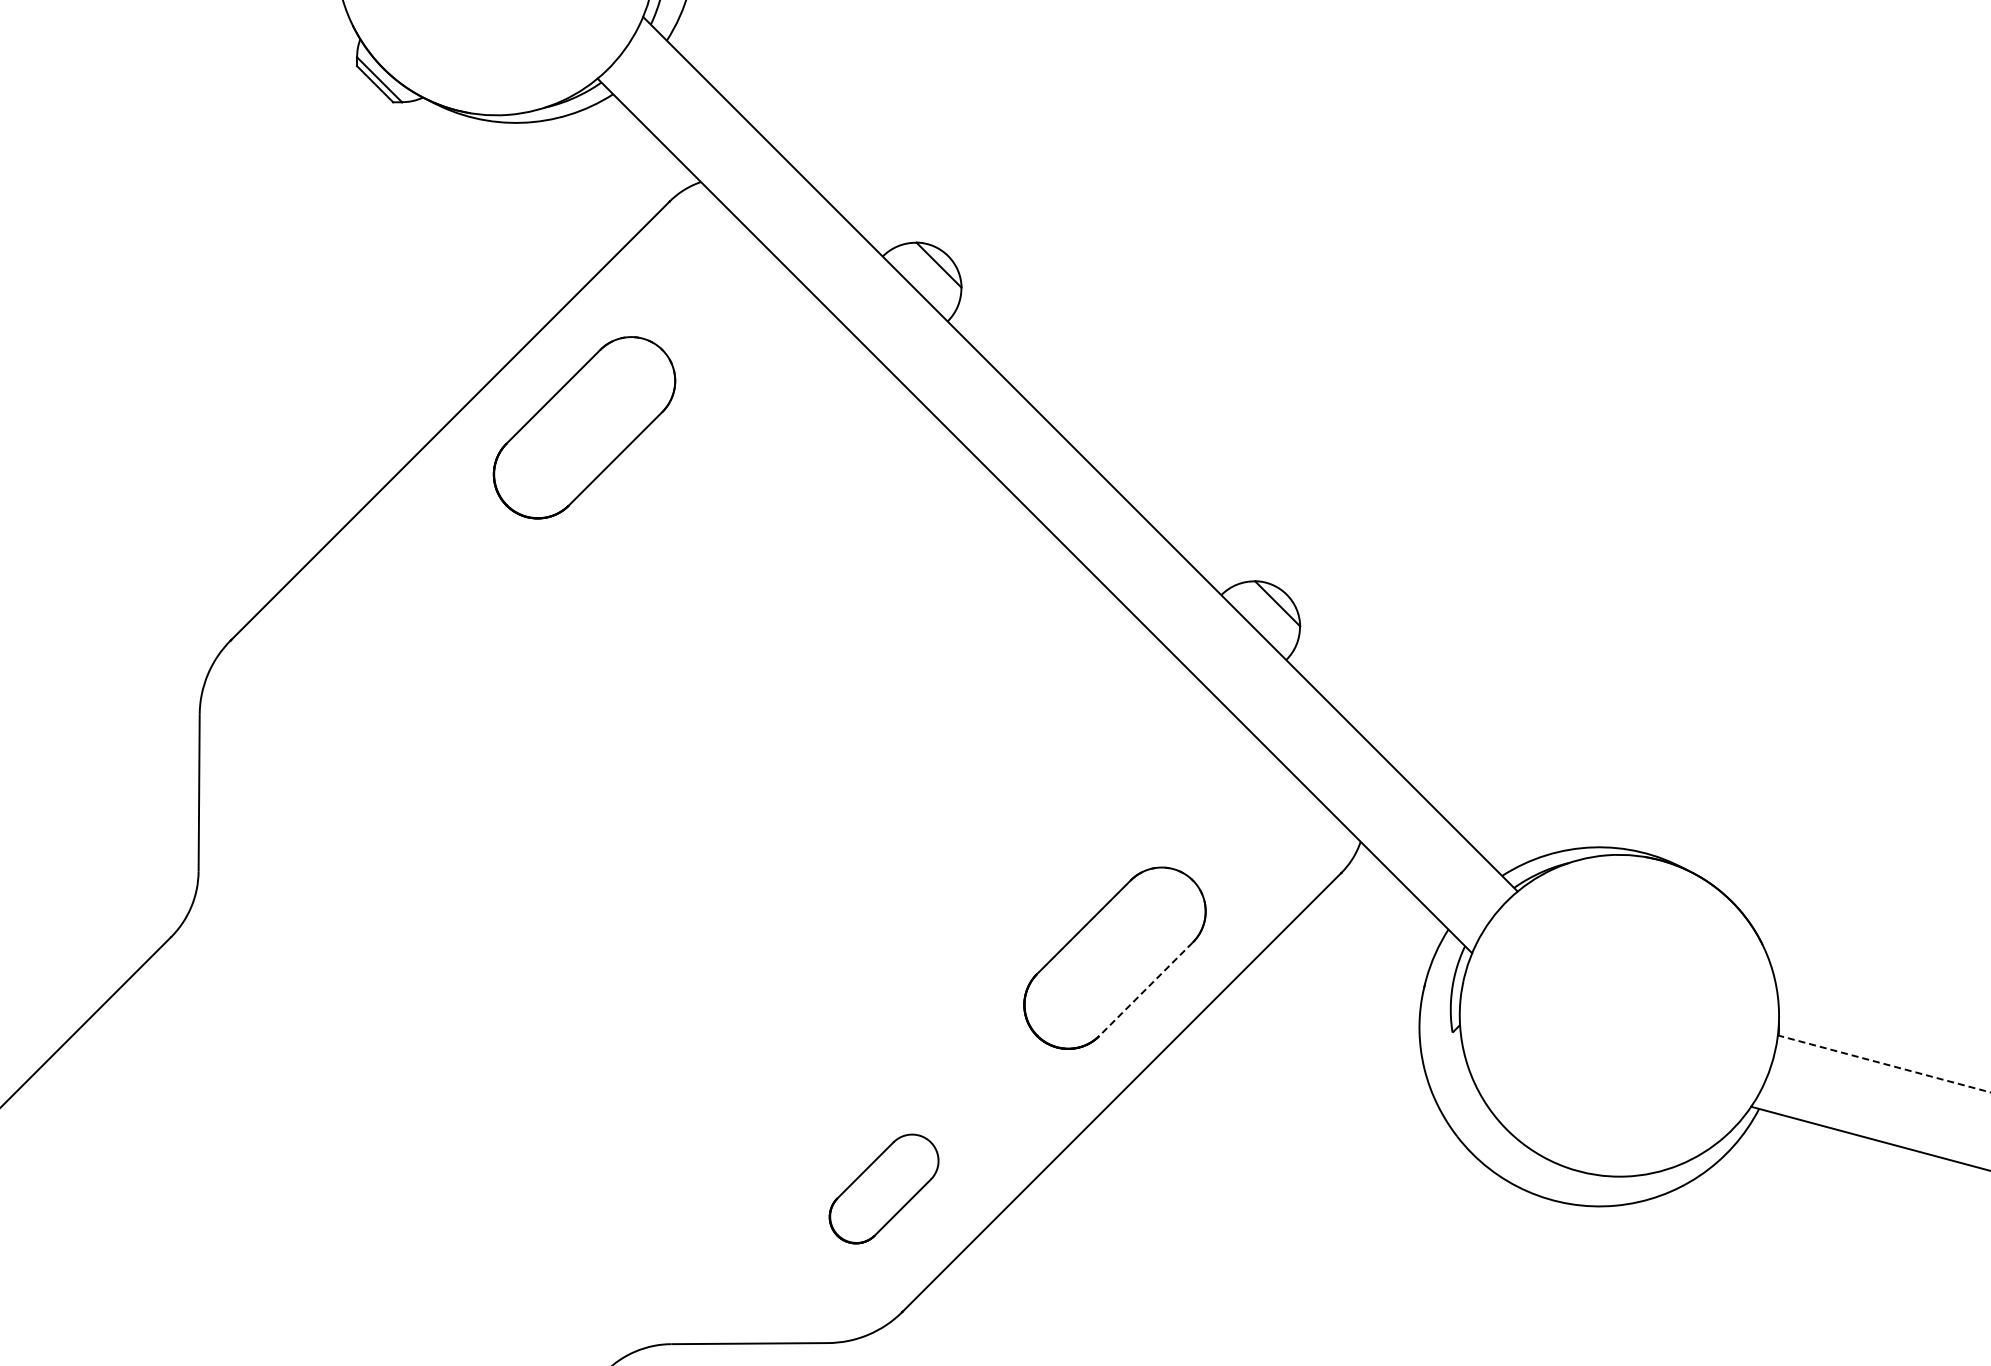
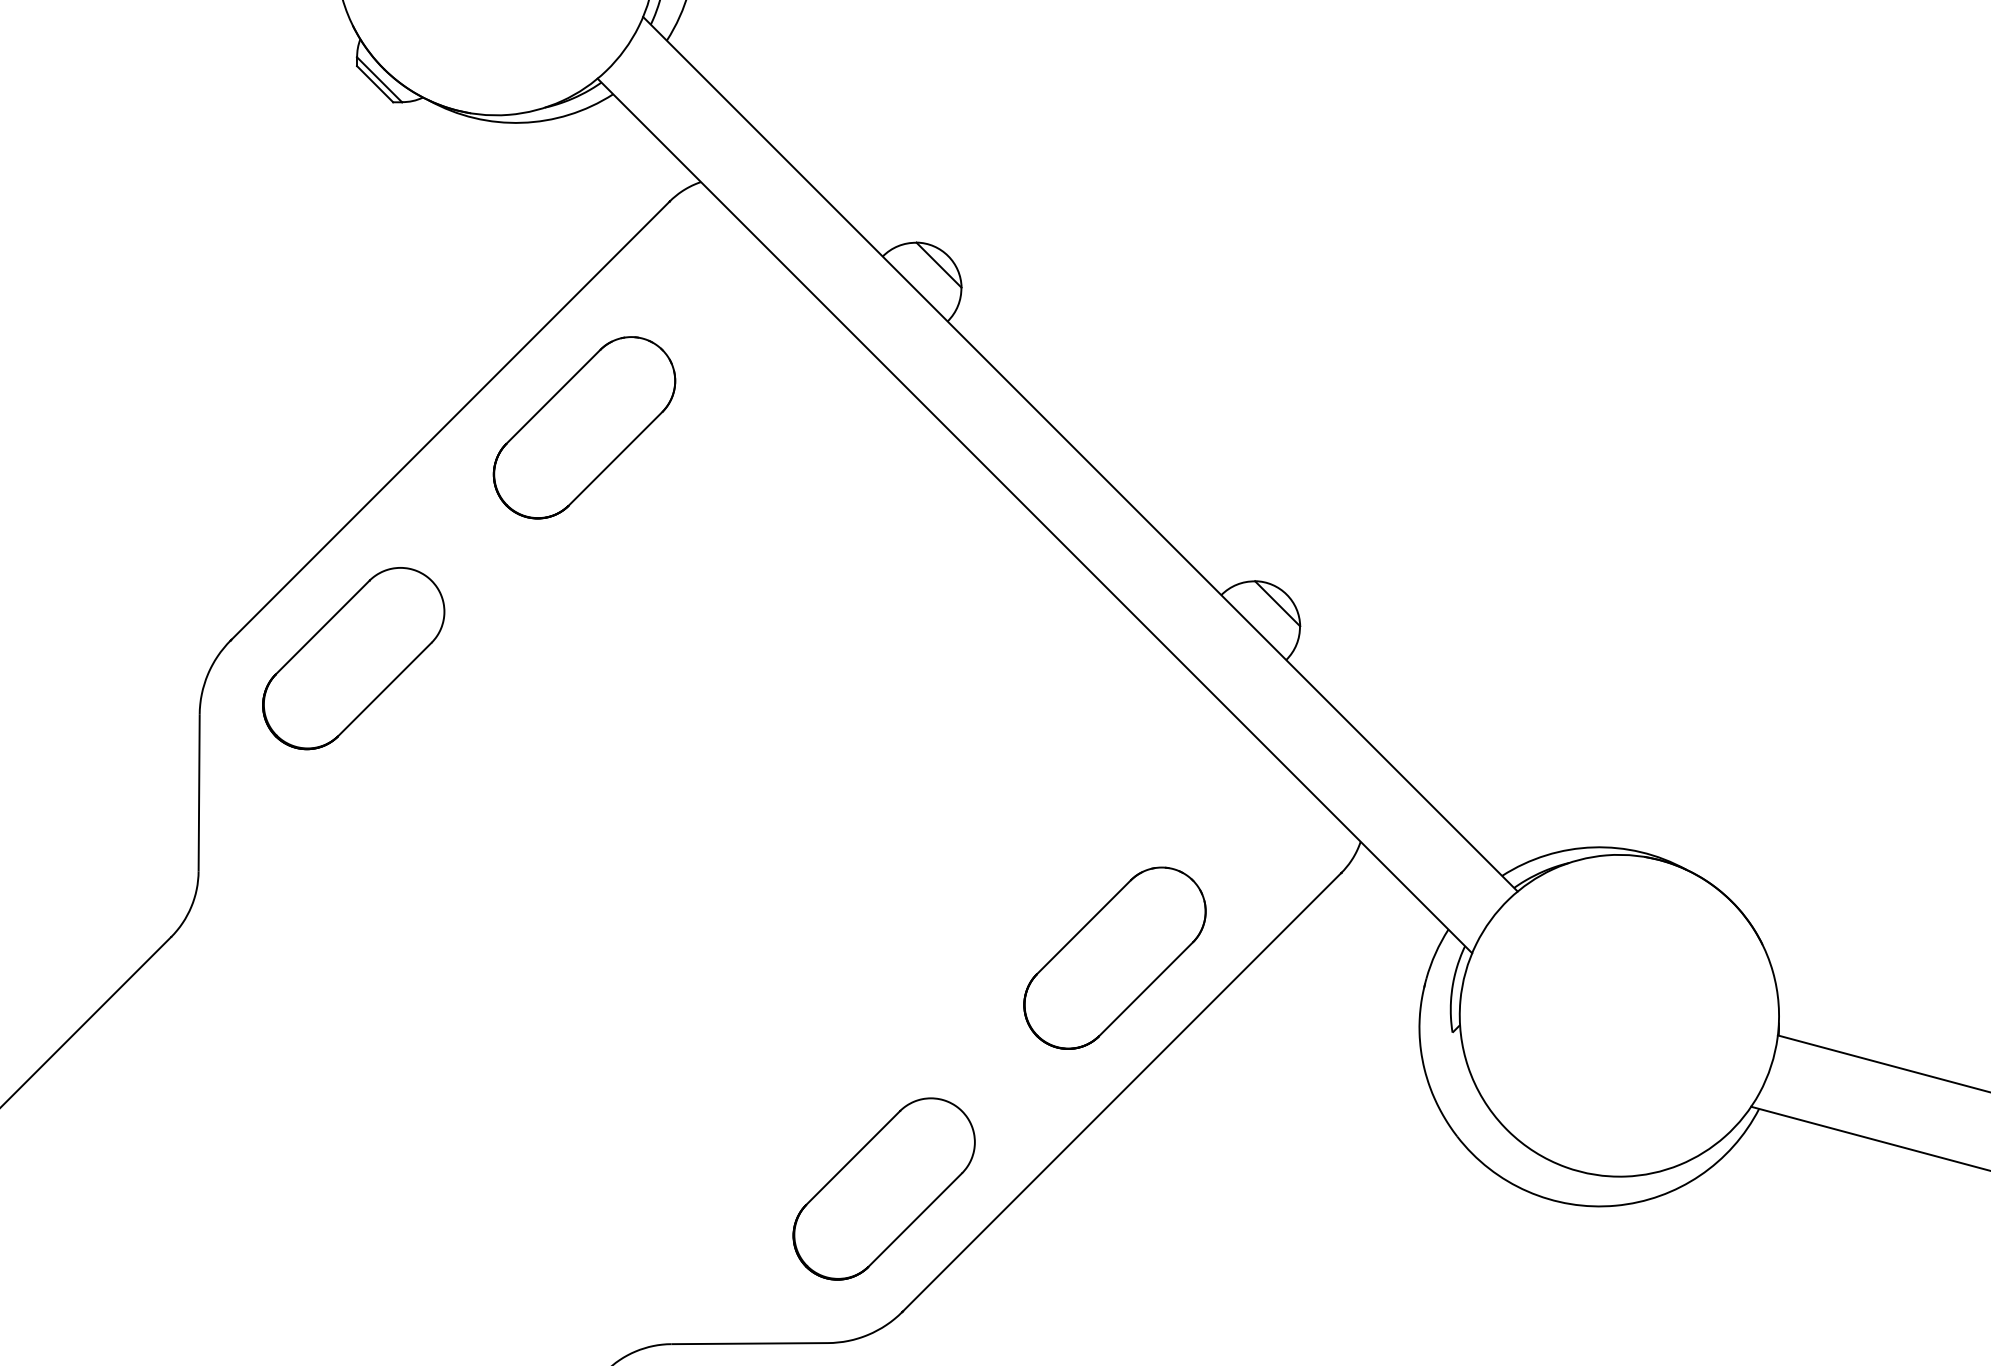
part at (353, 658): none -> present
line at (1145, 989): dashed -> solid
line at (1884, 1063): dashed -> solid
part at (883, 1188) size: 112x112 px -> 184x184 px
